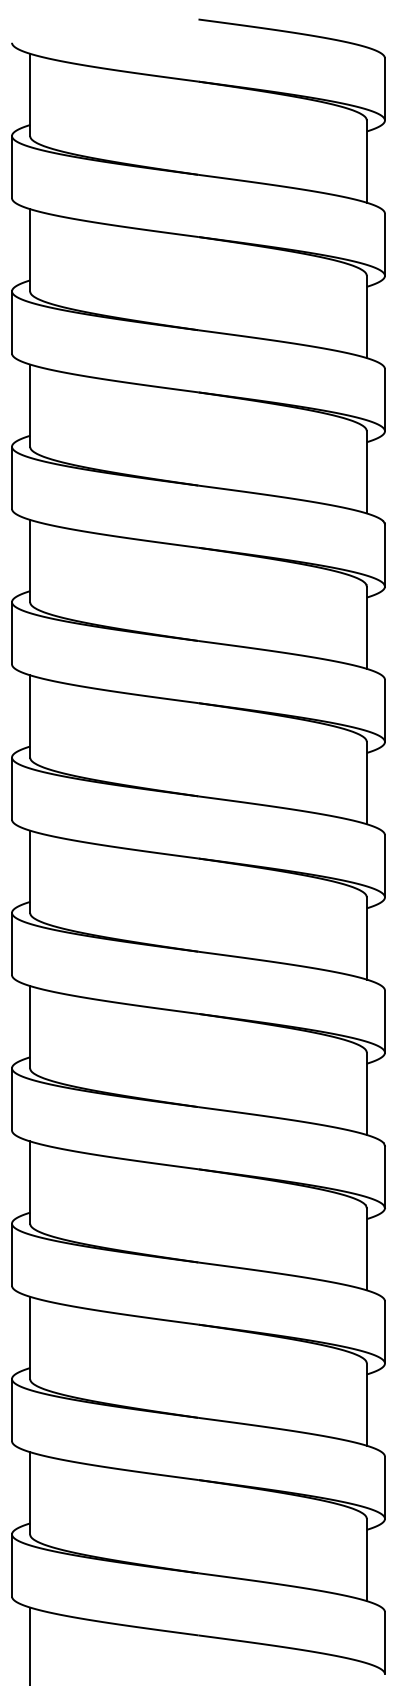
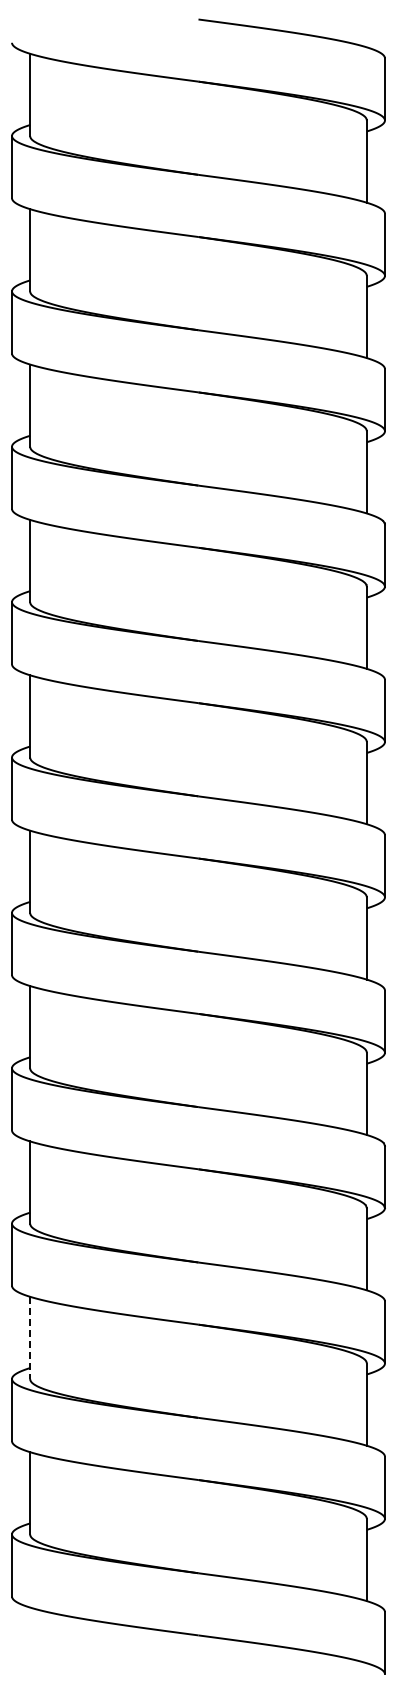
line at (30, 1338): solid -> dashed
line at (30, 1644): present -> none
